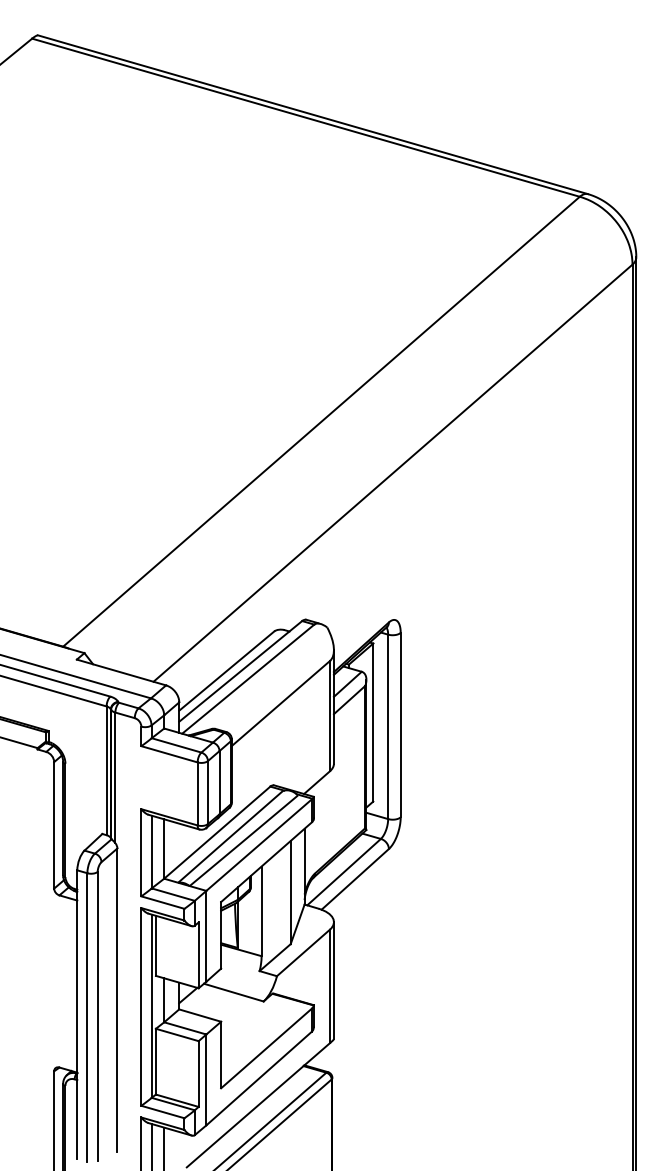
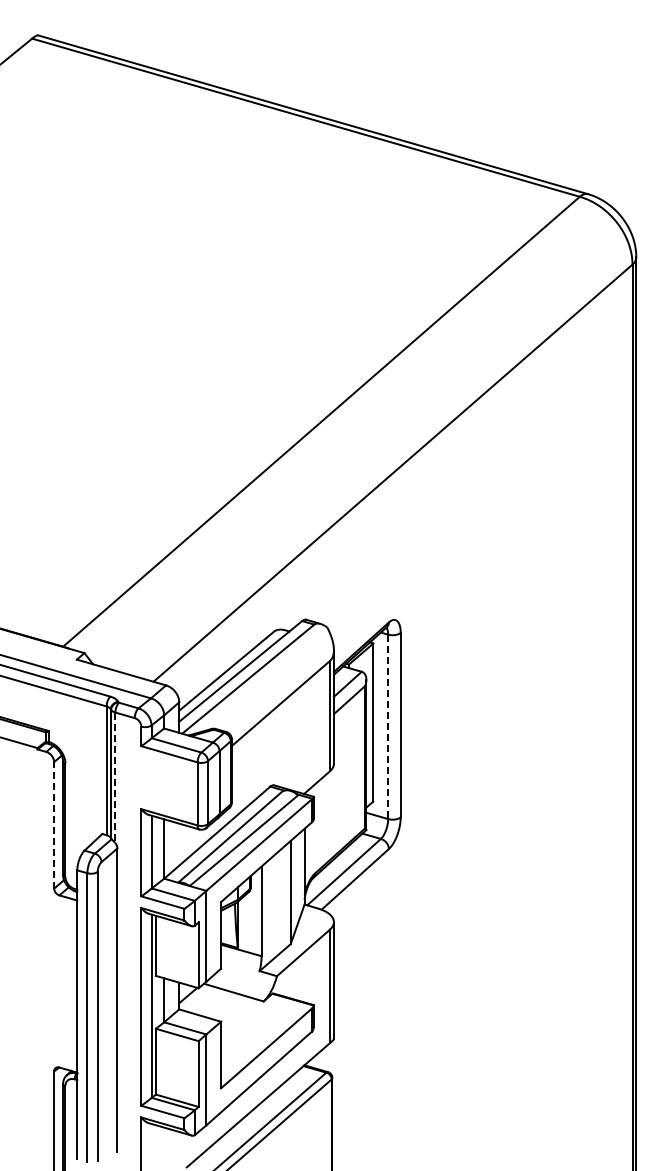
line at (388, 727): solid -> dashed
line at (115, 778): solid -> dashed
line at (54, 824): solid -> dashed
line at (151, 1145): present -> none
line at (164, 1147): present -> none
